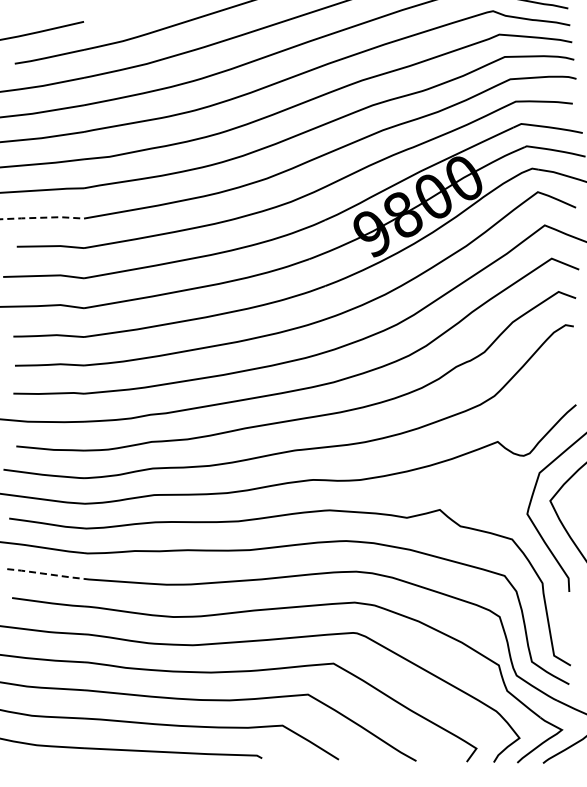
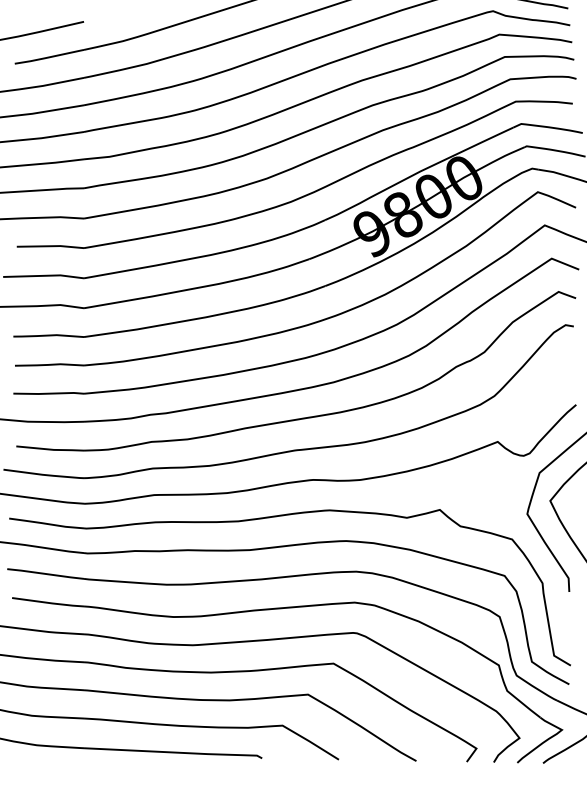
line at (42, 217): dashed -> solid
line at (46, 574): dashed -> solid
